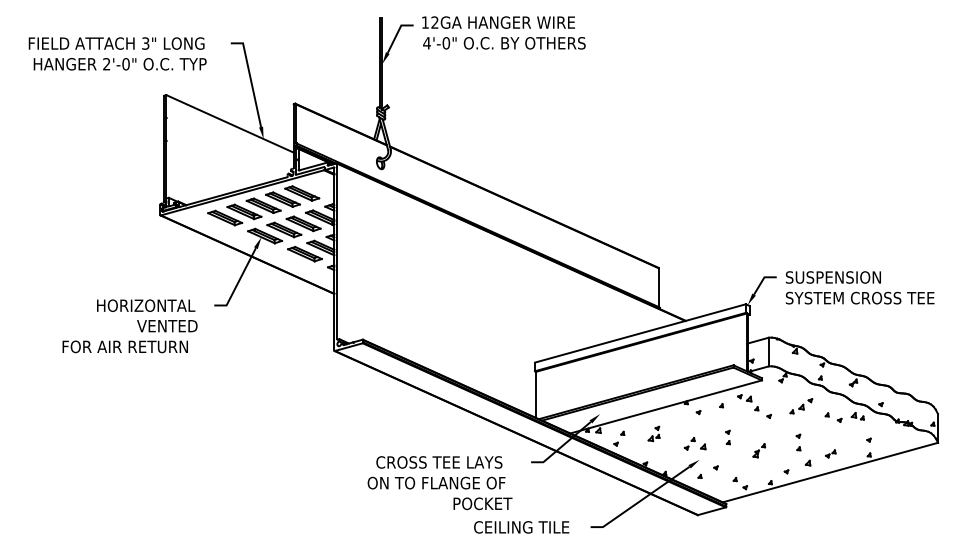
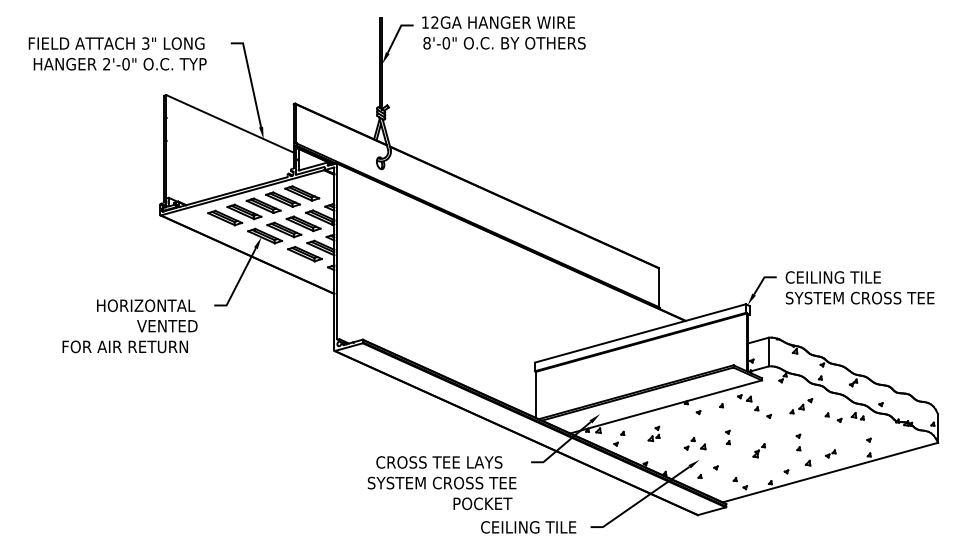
text at (426, 43): 4'-0" -> 8'-0"
text at (832, 277): SUSPENSION -> CEILING TILE
text at (441, 482): ON TO FLANGE OF -> SYSTEM CROSS TEE
text at (521, 527) position: (521, 527) -> (528, 527)
